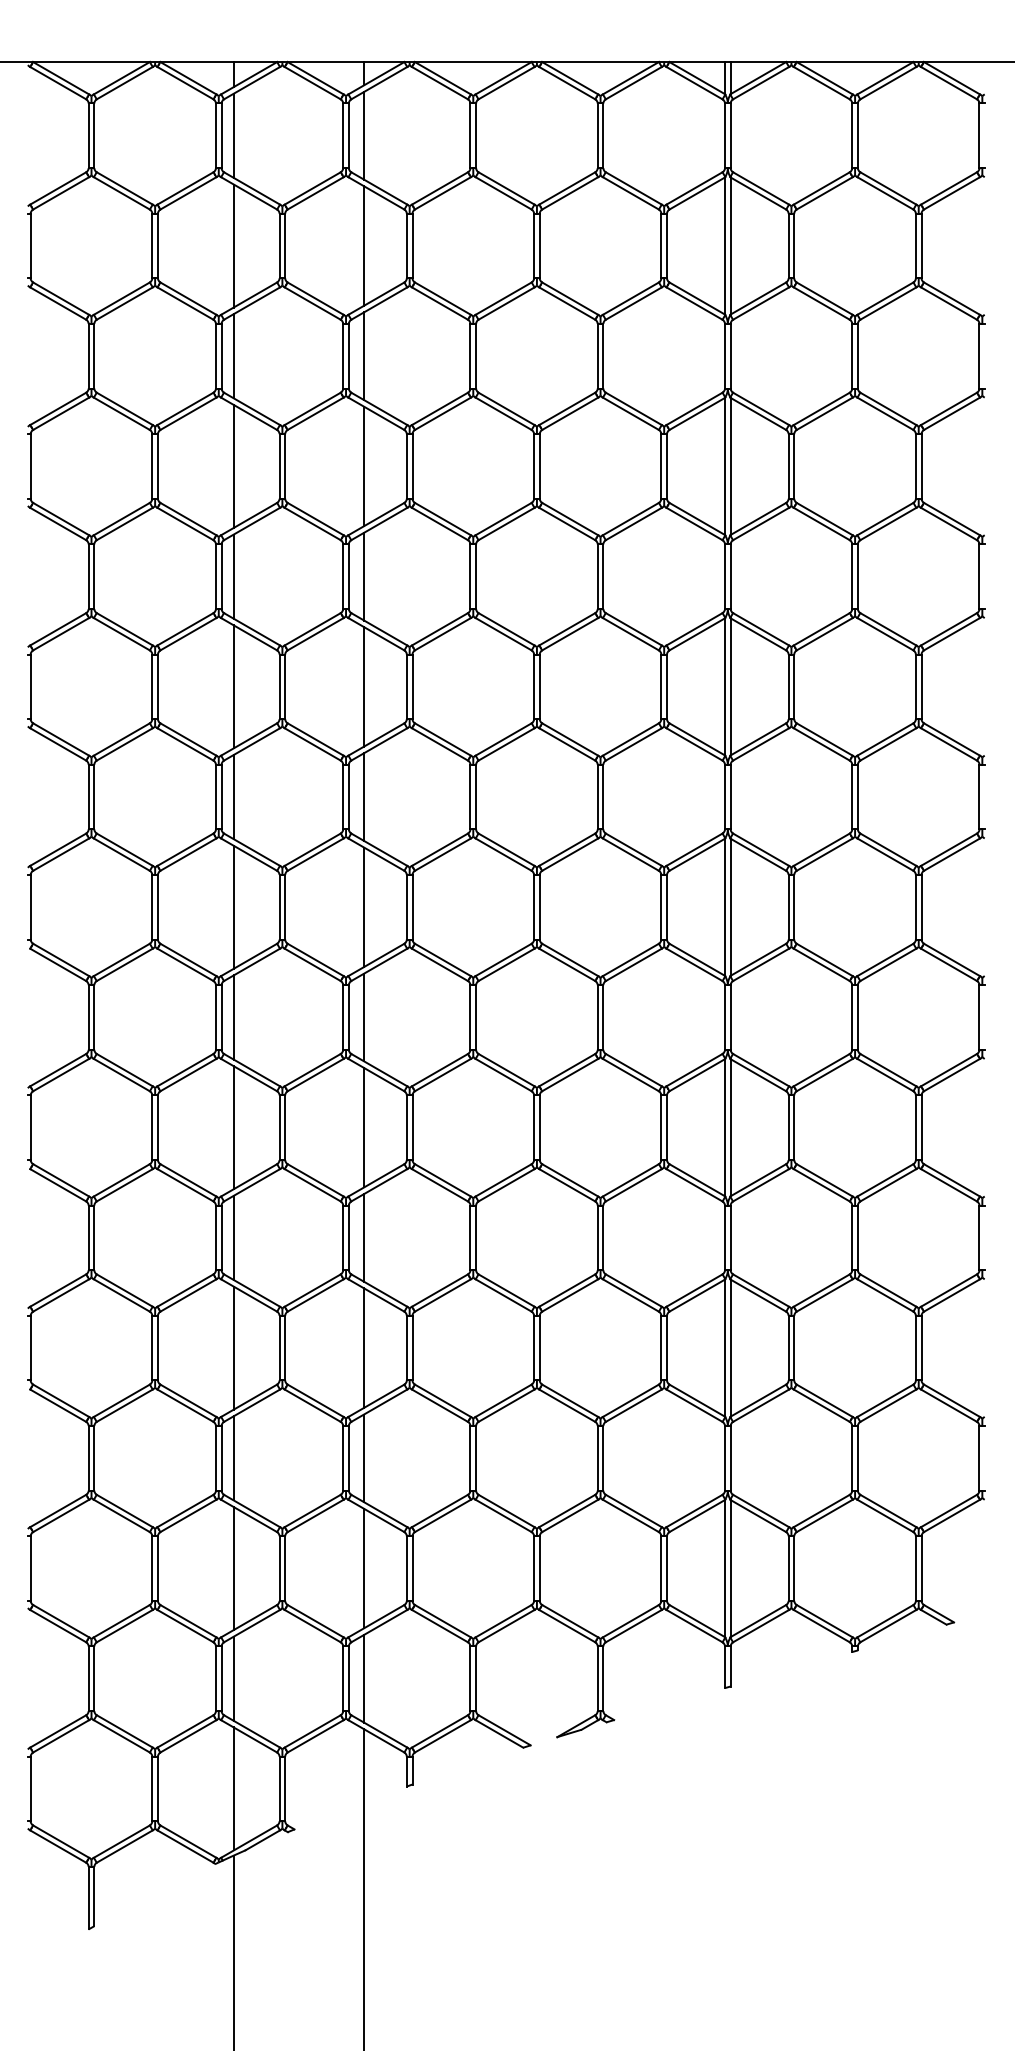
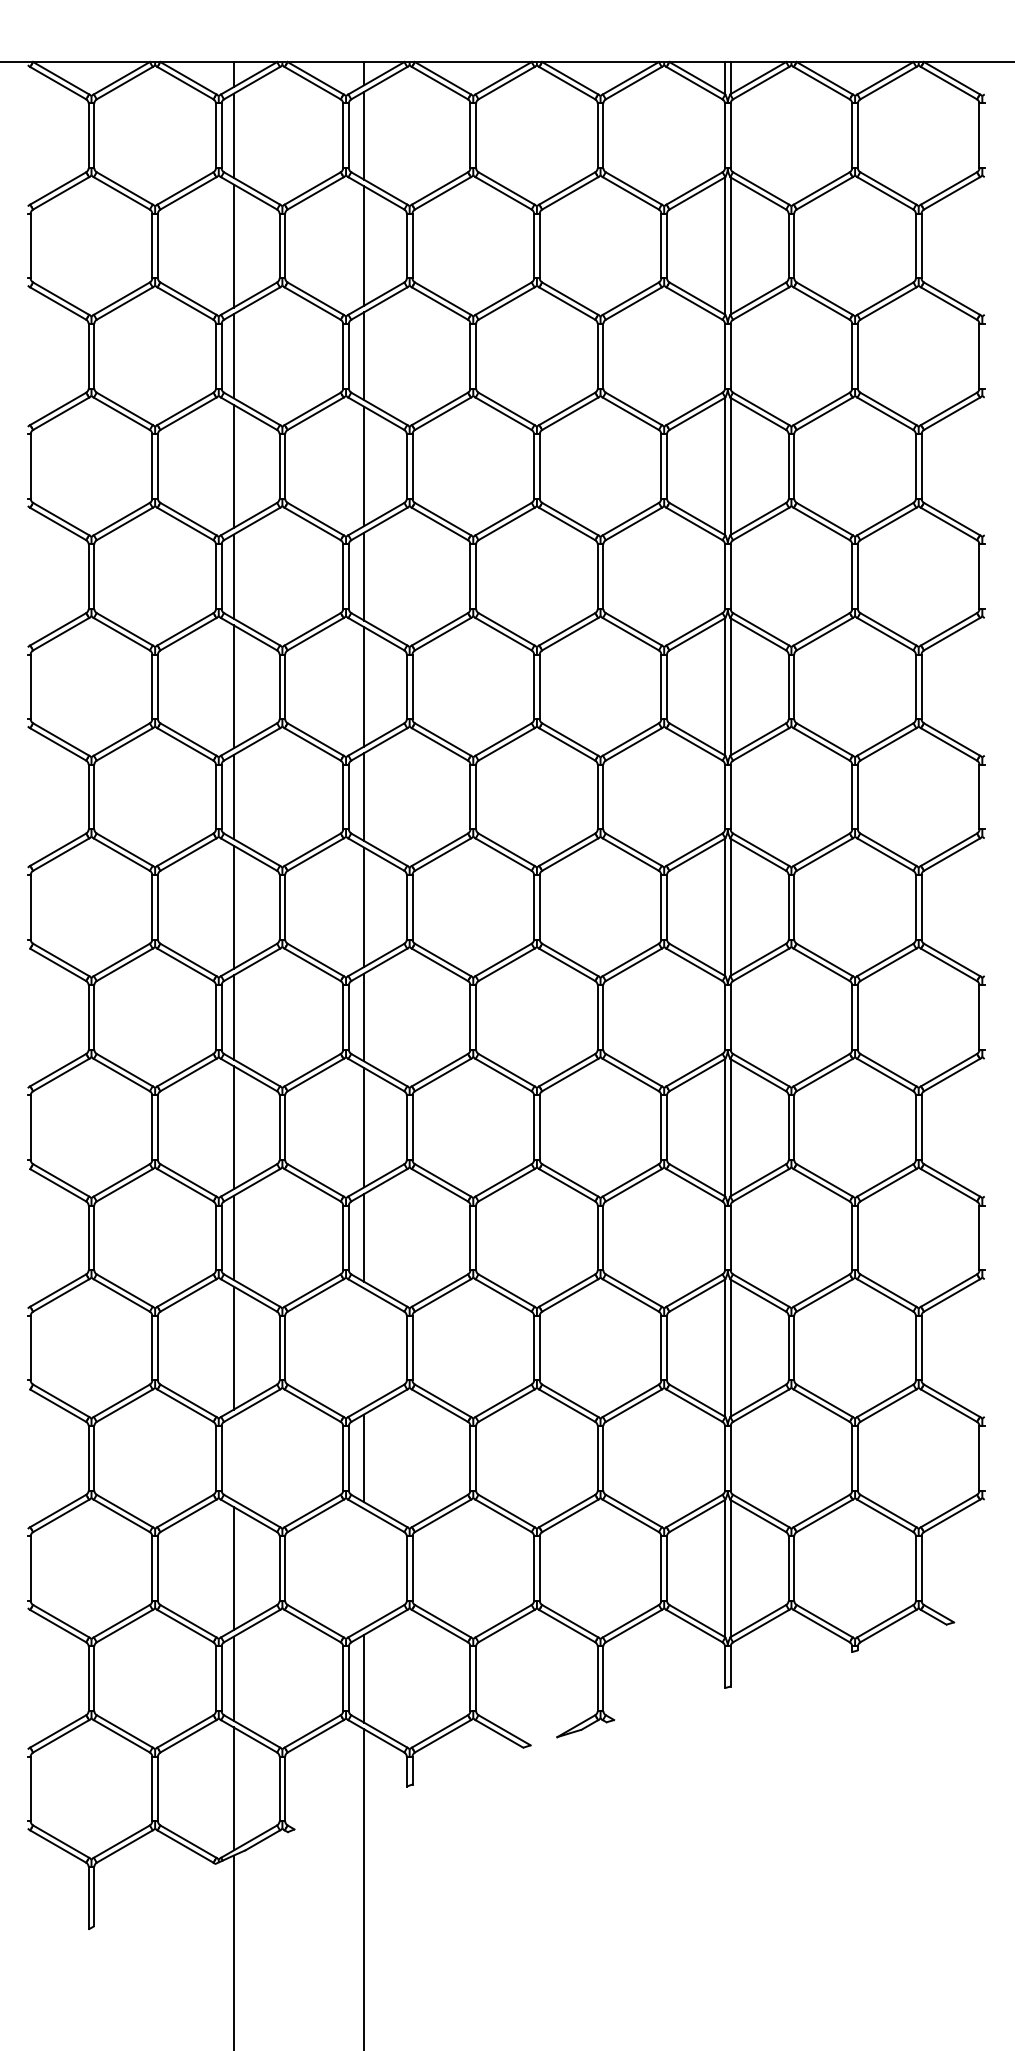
line at (364, 1347): present -> none
line at (233, 1458): present -> none
line at (364, 1568): present -> none
